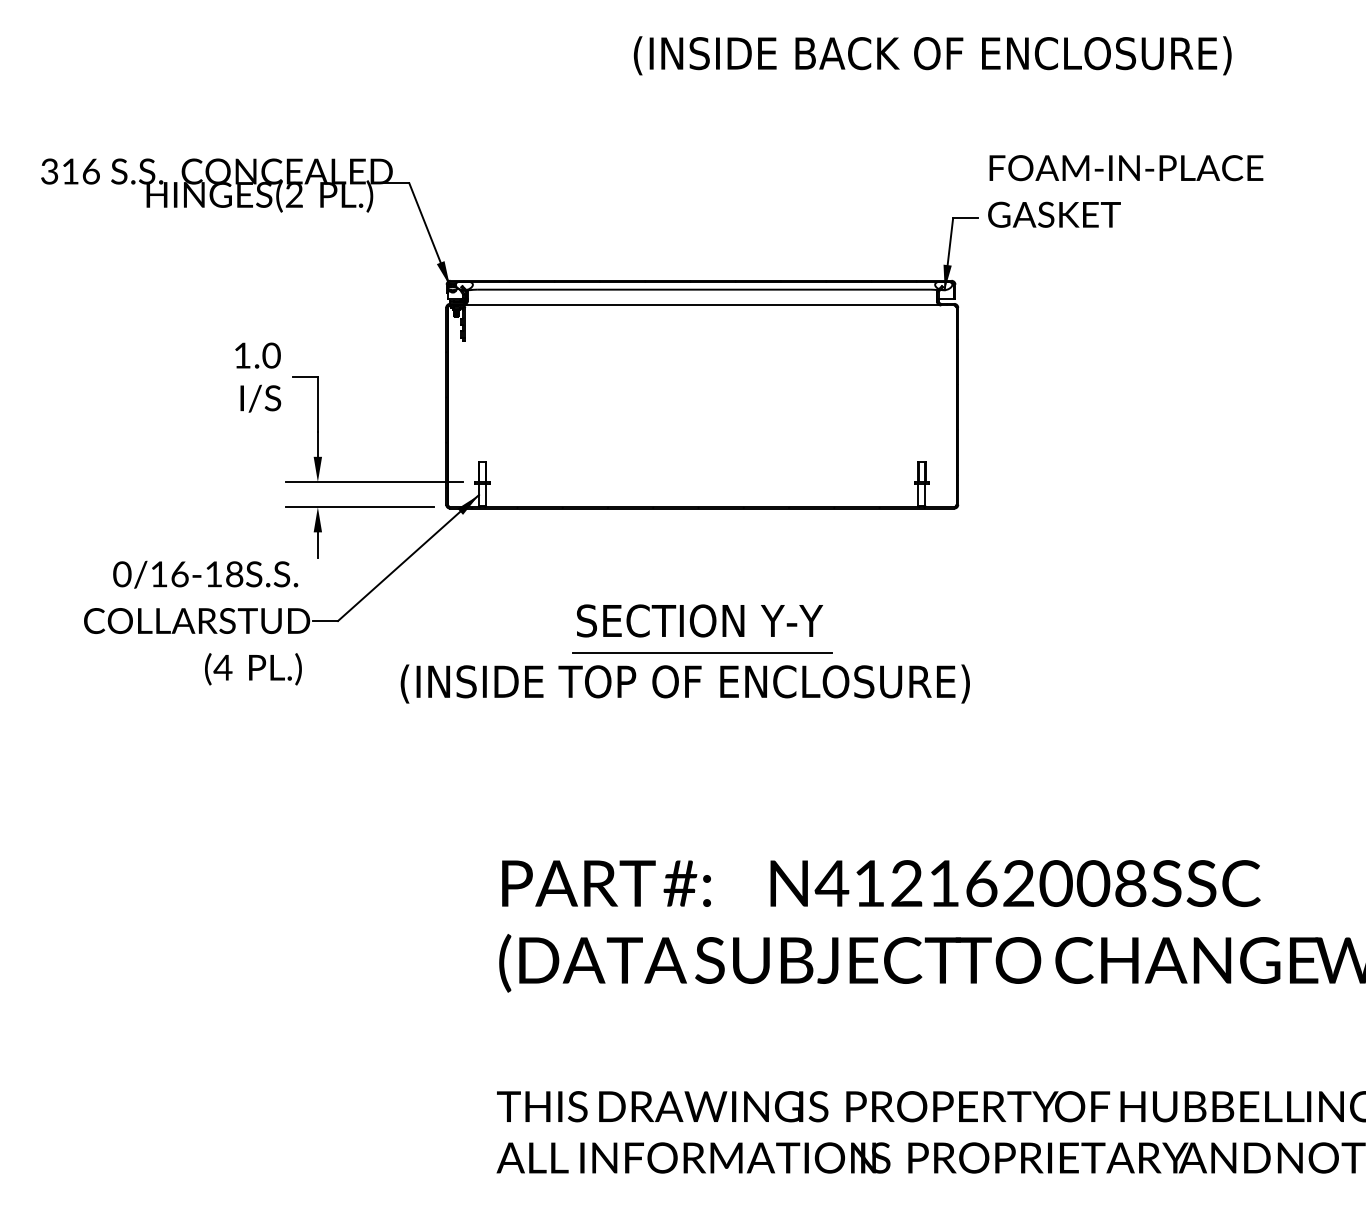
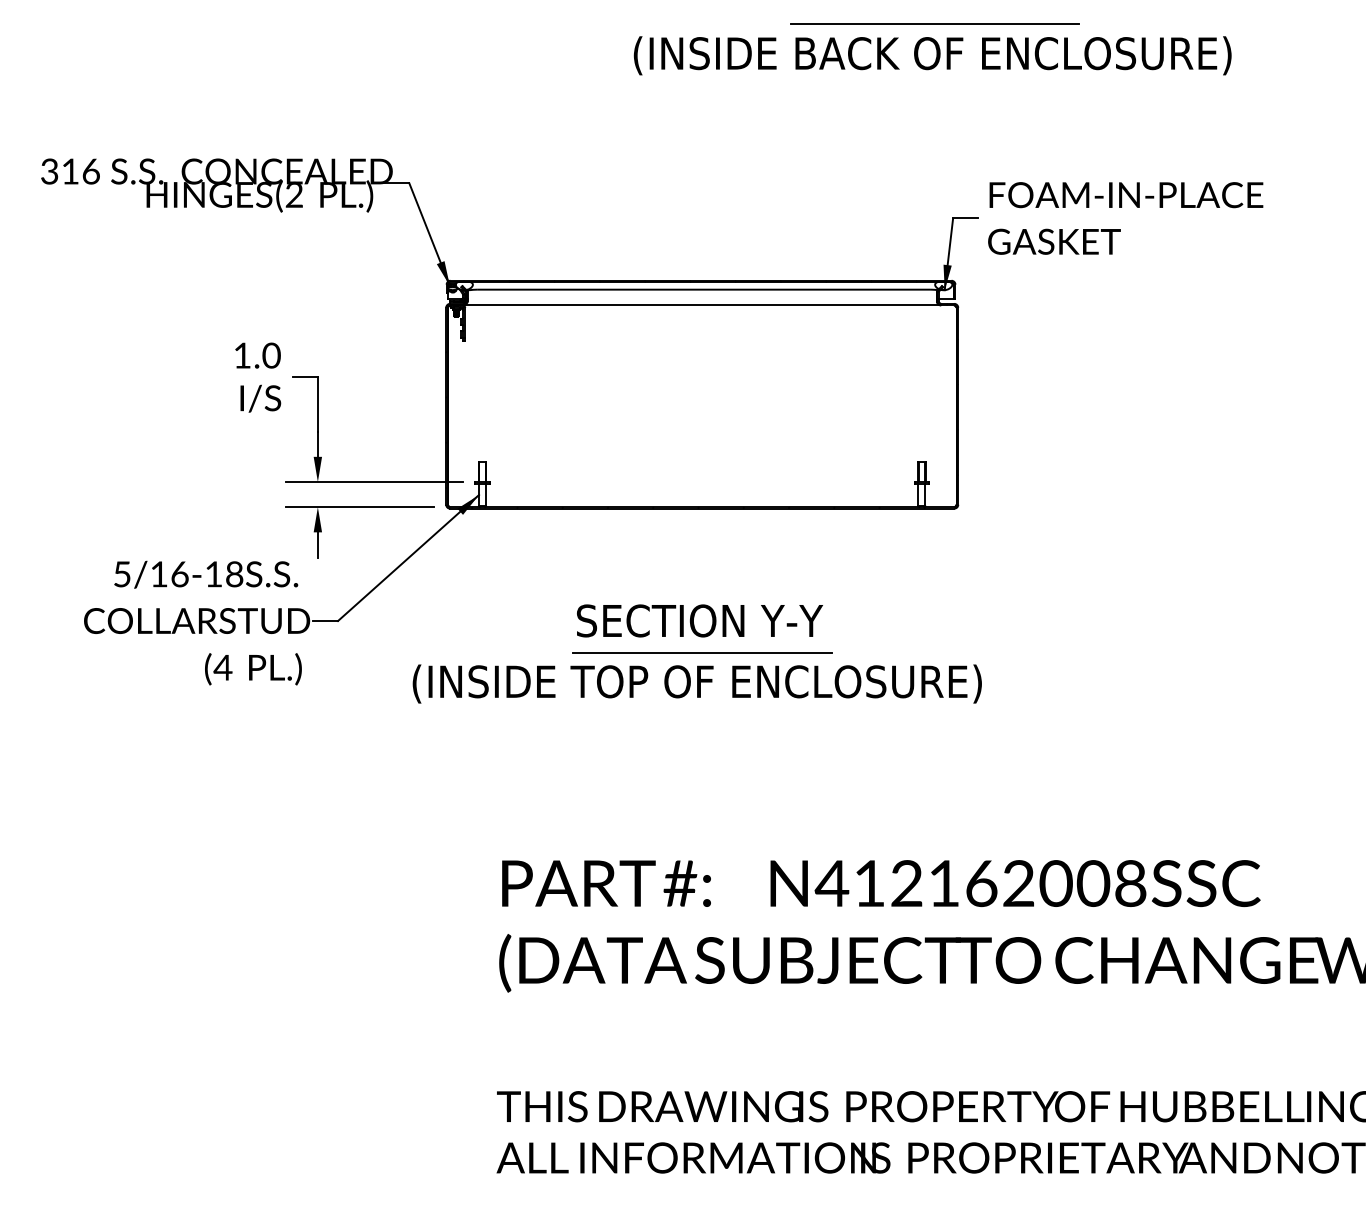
line at (934, 24): none -> present
text at (1125, 191) position: (1125, 191) -> (1125, 218)
text at (122, 574): 0/16-18 -> 5/16-18
text at (684, 683) position: (684, 683) -> (696, 683)
